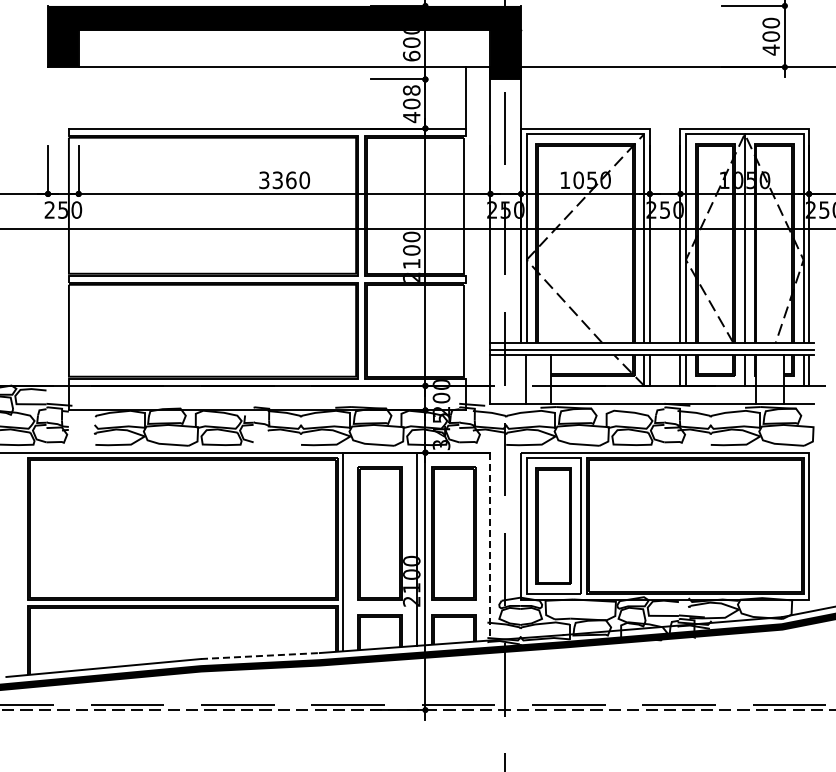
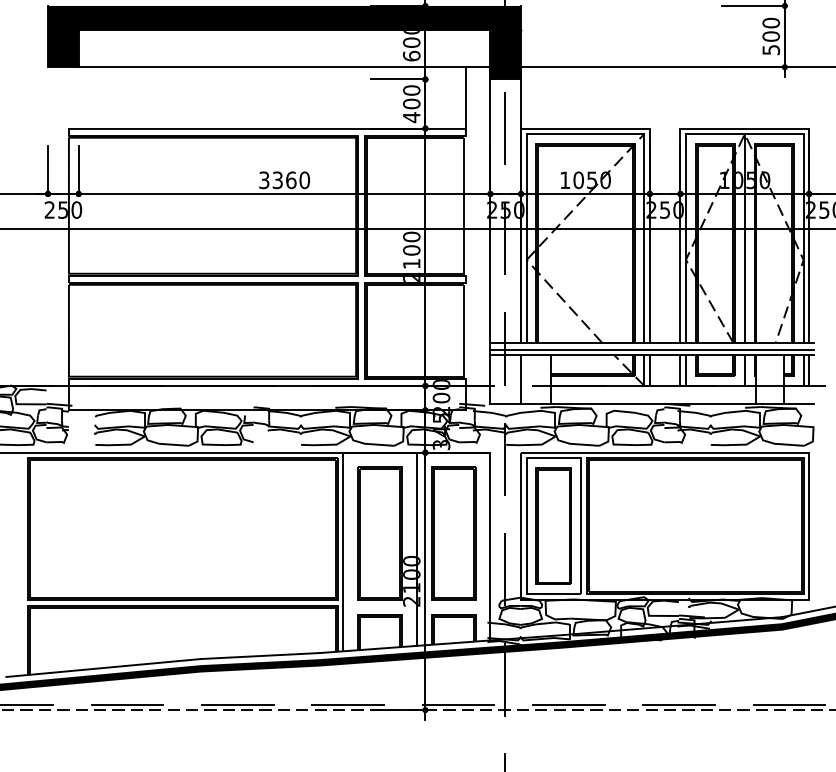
text at (771, 49): 400 -> 500
text at (411, 90): 408 -> 400
line at (525, 379) position: (525, 379) -> (520, 379)
line at (490, 546): dashed -> solid
line at (260, 656): dashed -> solid
